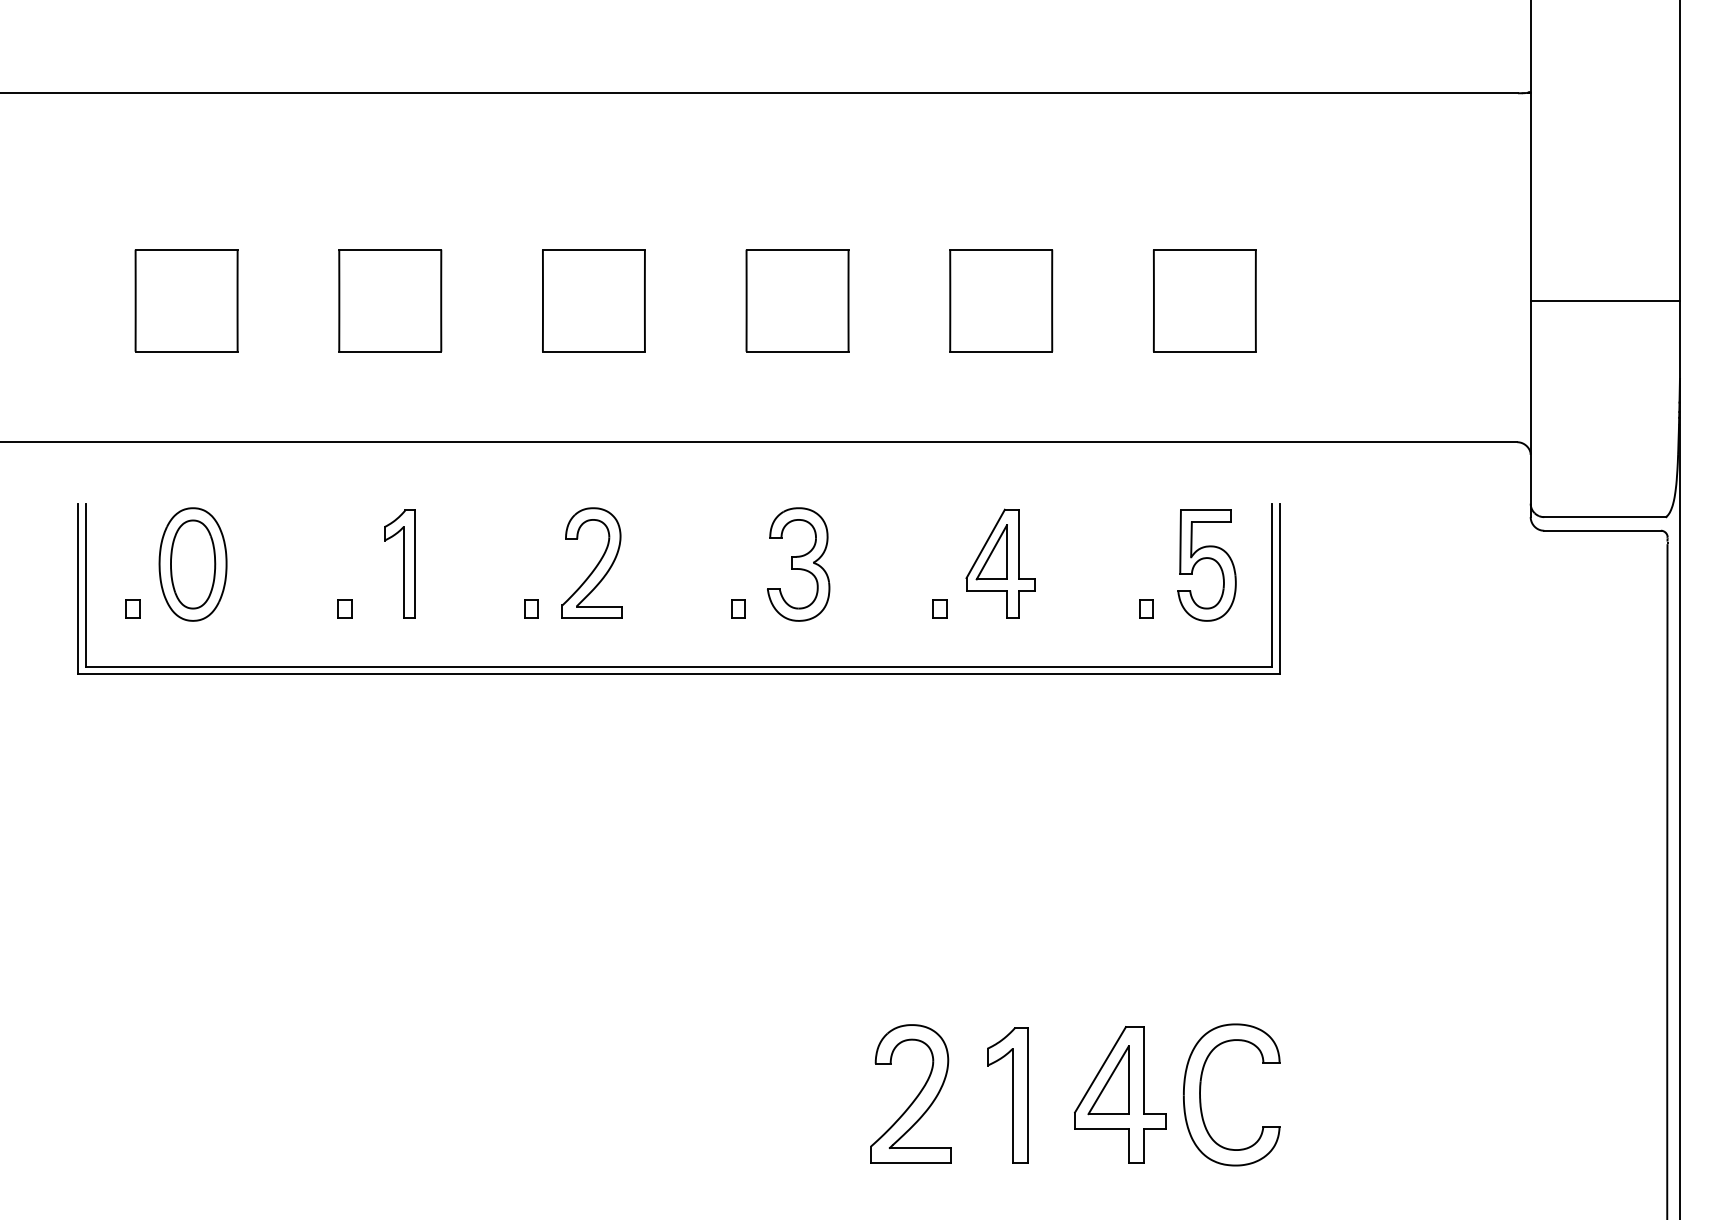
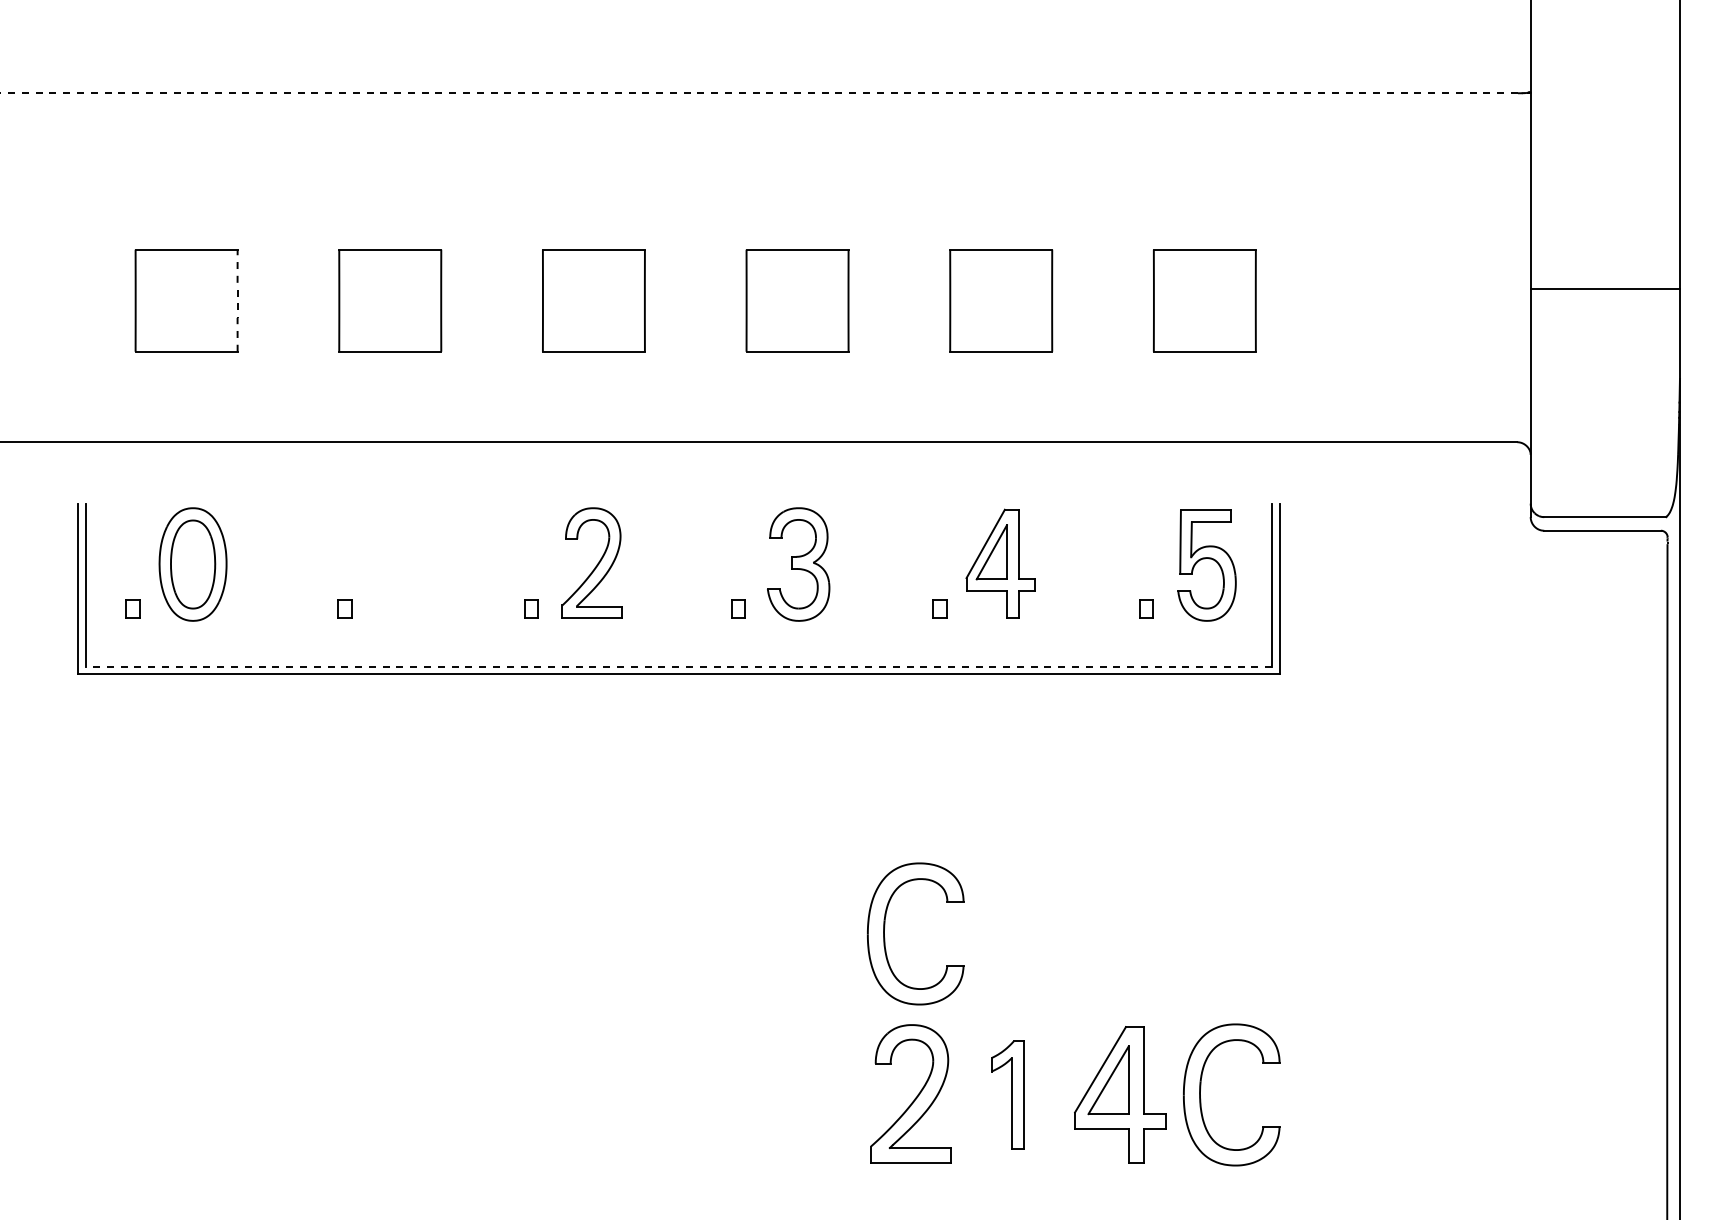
line at (759, 93): solid -> dashed
line at (237, 300): solid -> dashed
line at (1605, 300) position: (1605, 300) -> (1605, 288)
part at (399, 563): present -> none
line at (678, 666): solid -> dashed
part at (885, 938): none -> present
part at (1007, 1095) size: 42x137 px -> 34x110 px
